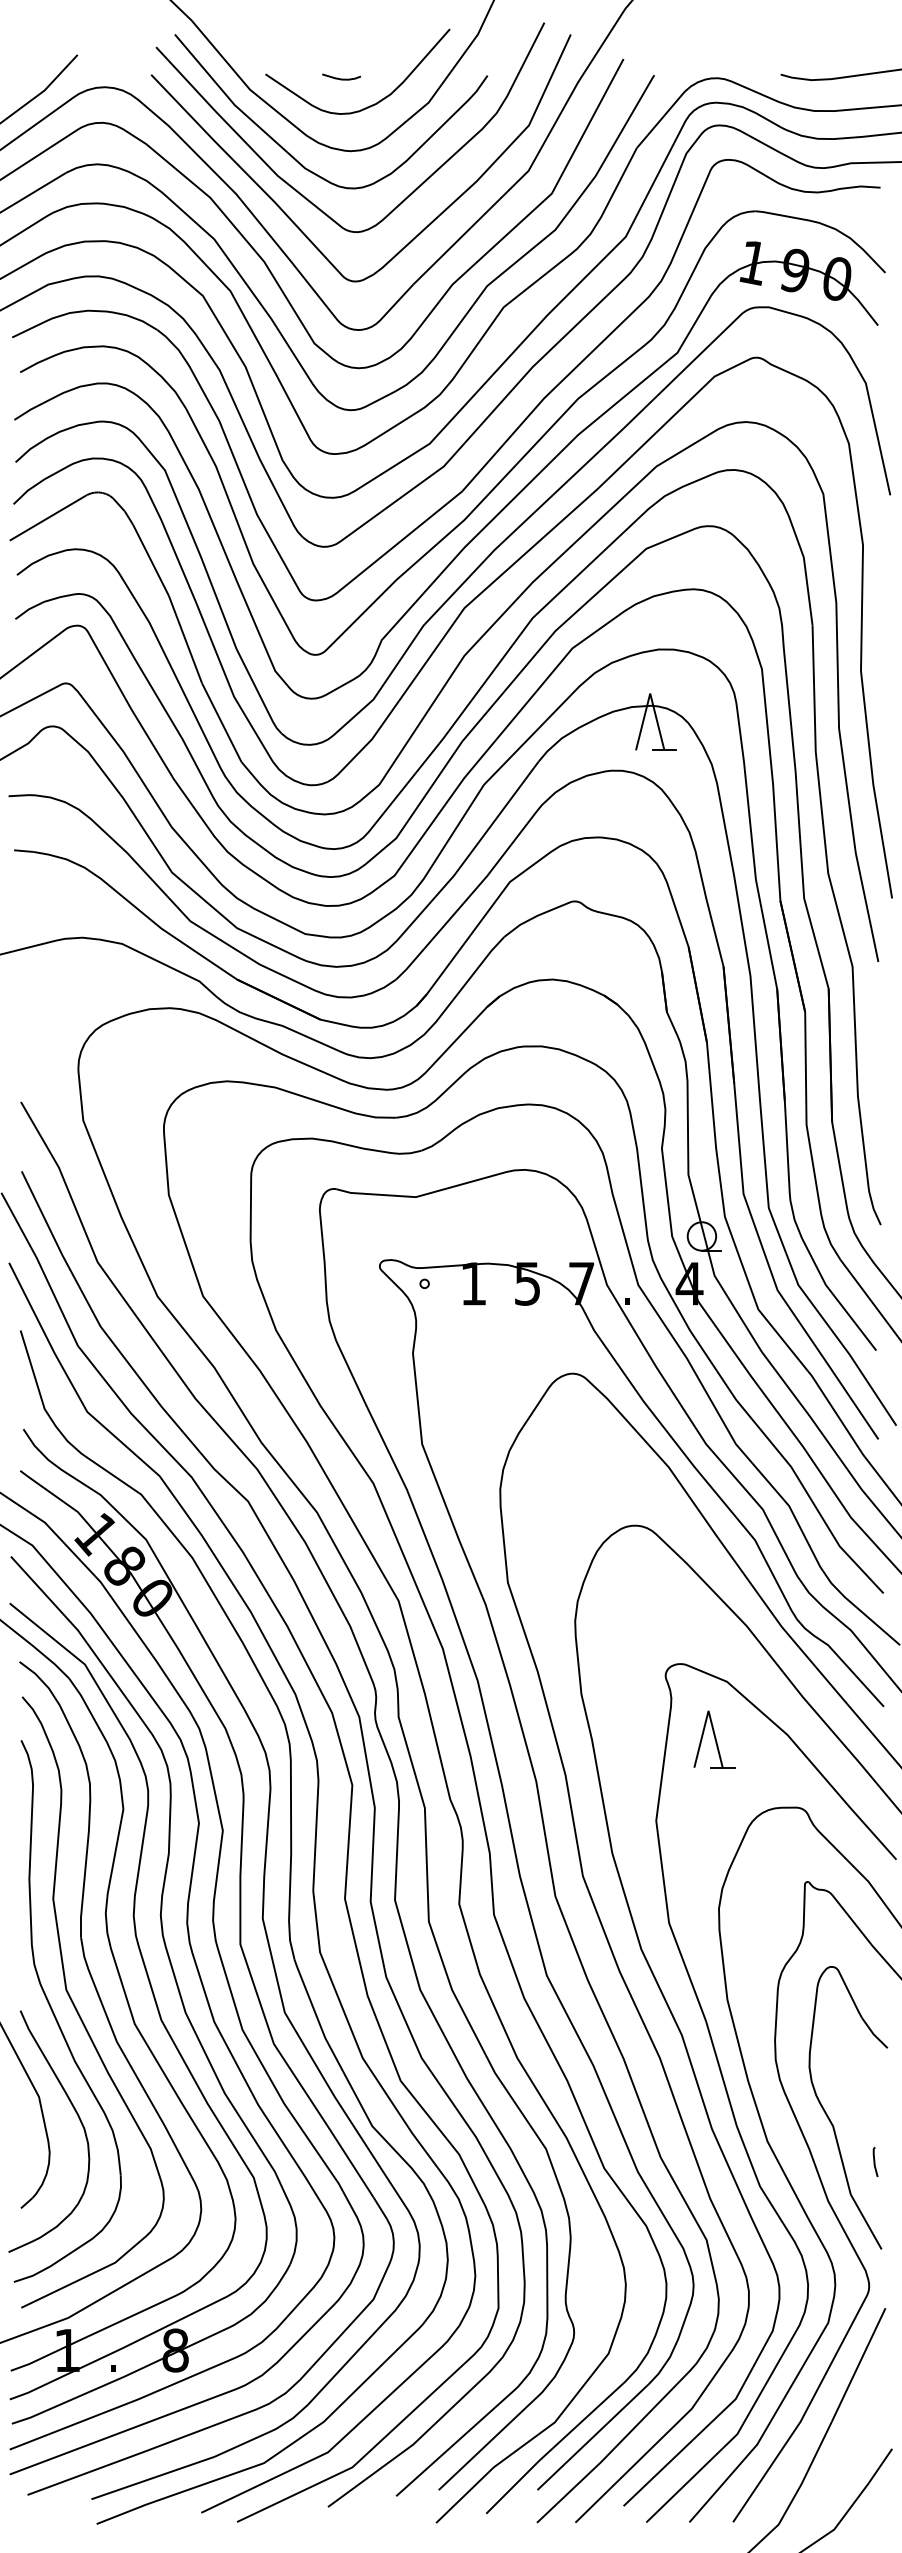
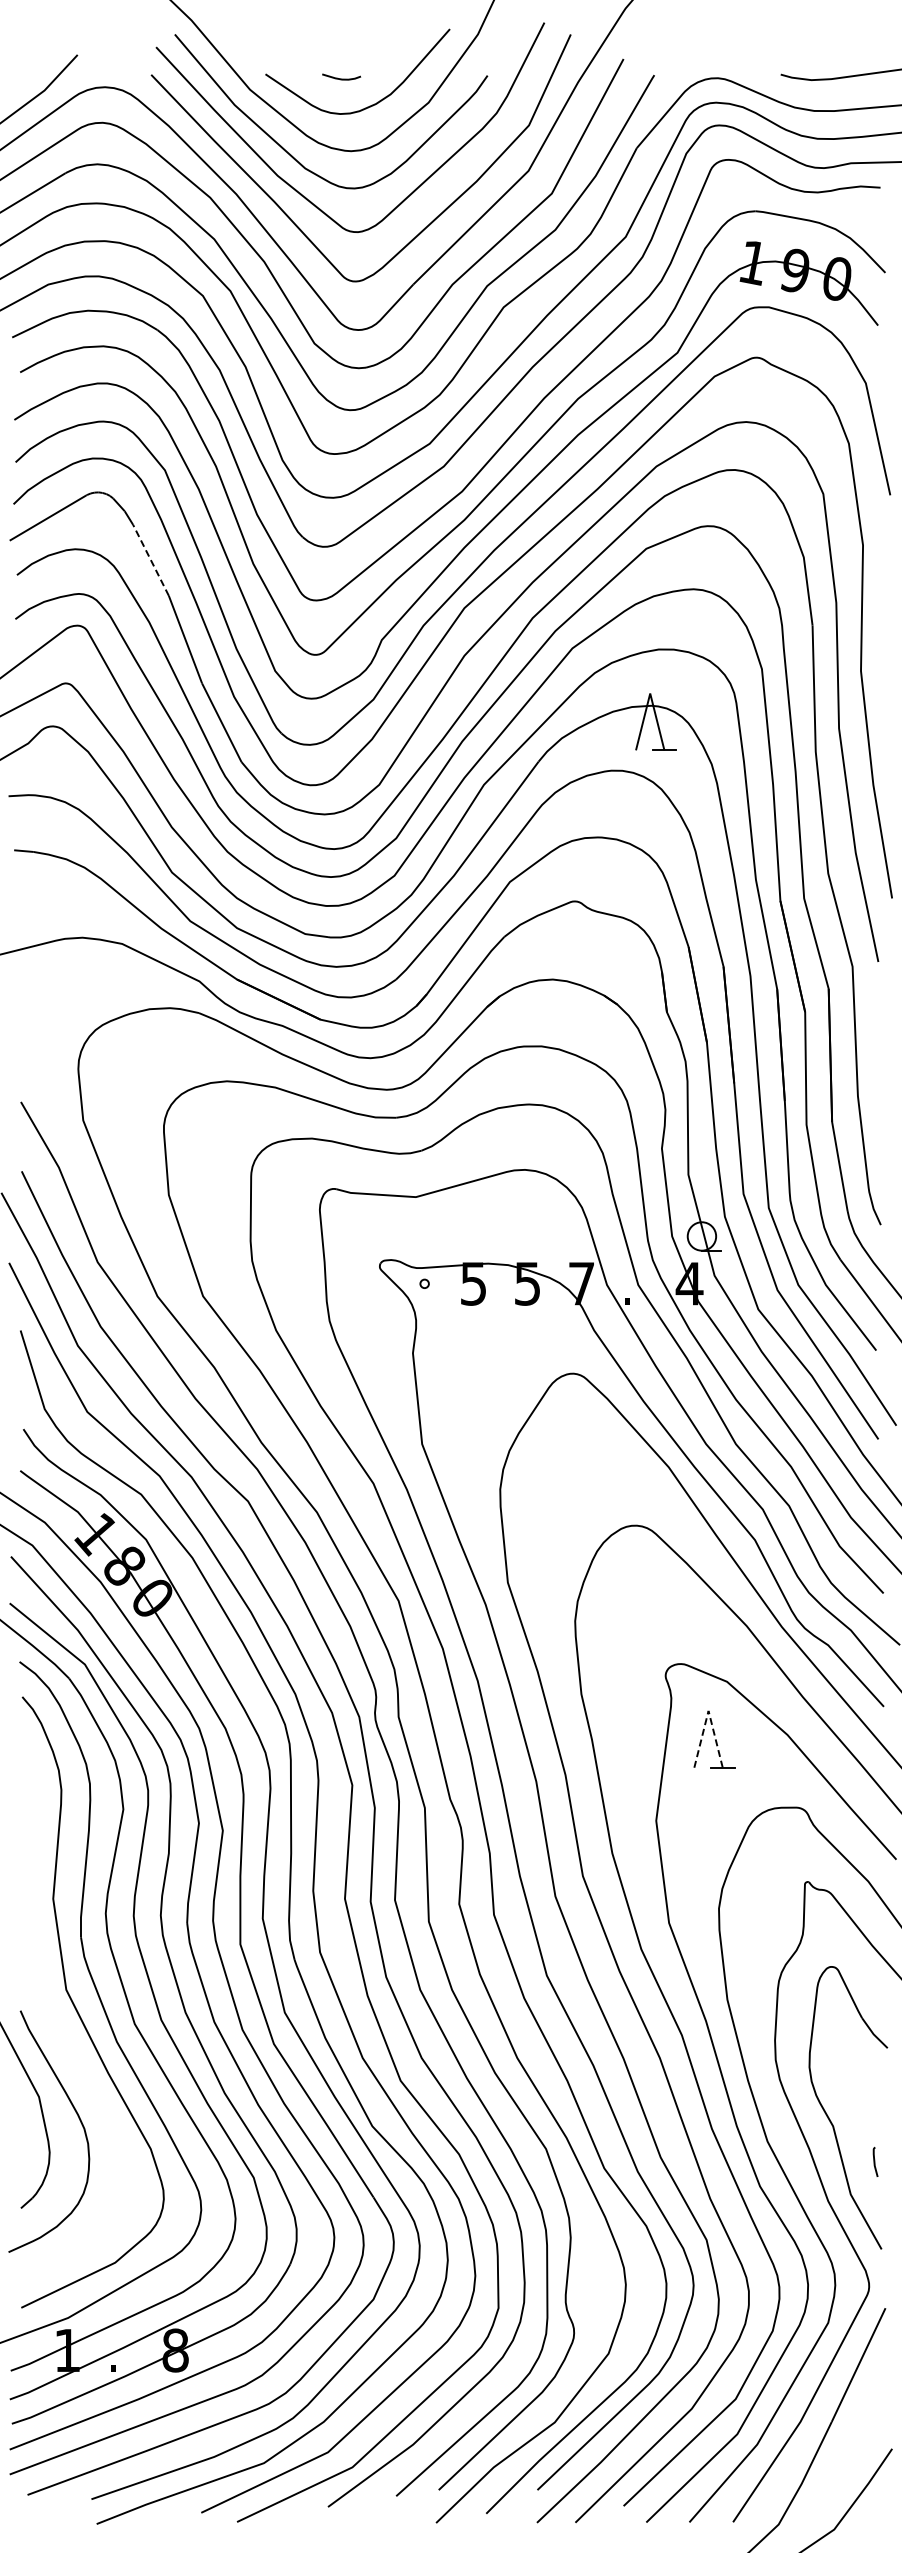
line at (151, 560): solid -> dashed
text at (473, 1283): 1 -> 5
line at (708, 1710): solid -> dashed
part at (56, 2017): present -> none
